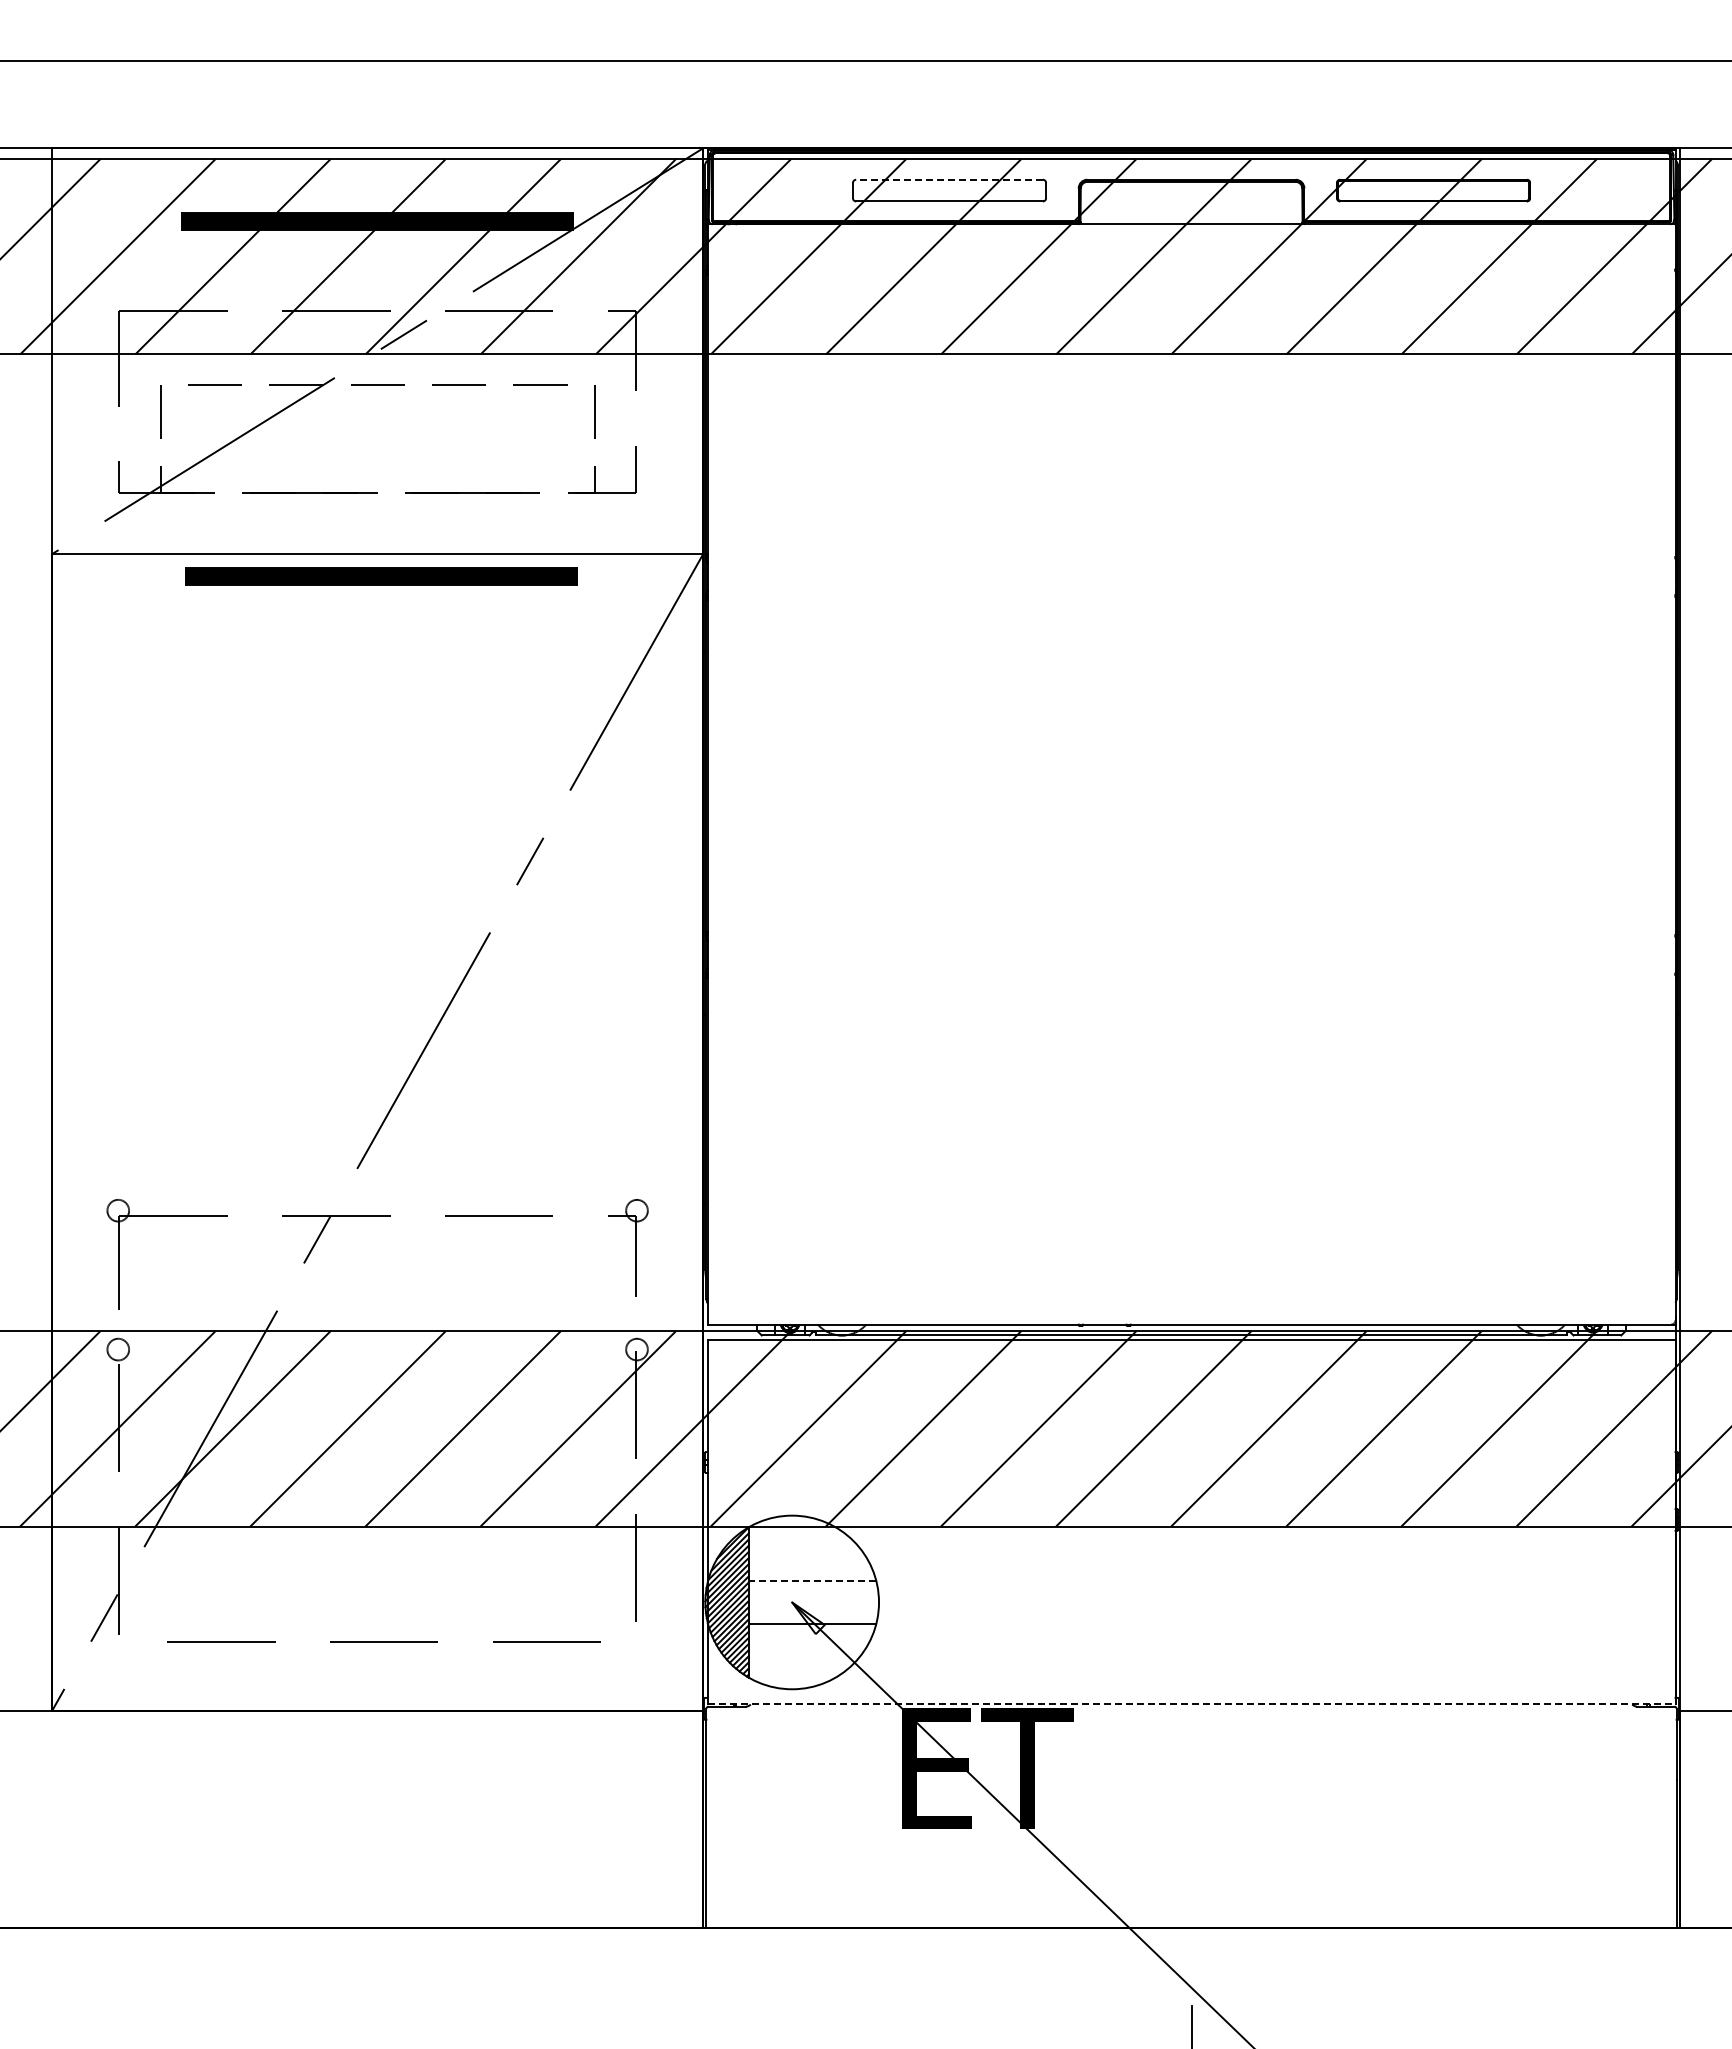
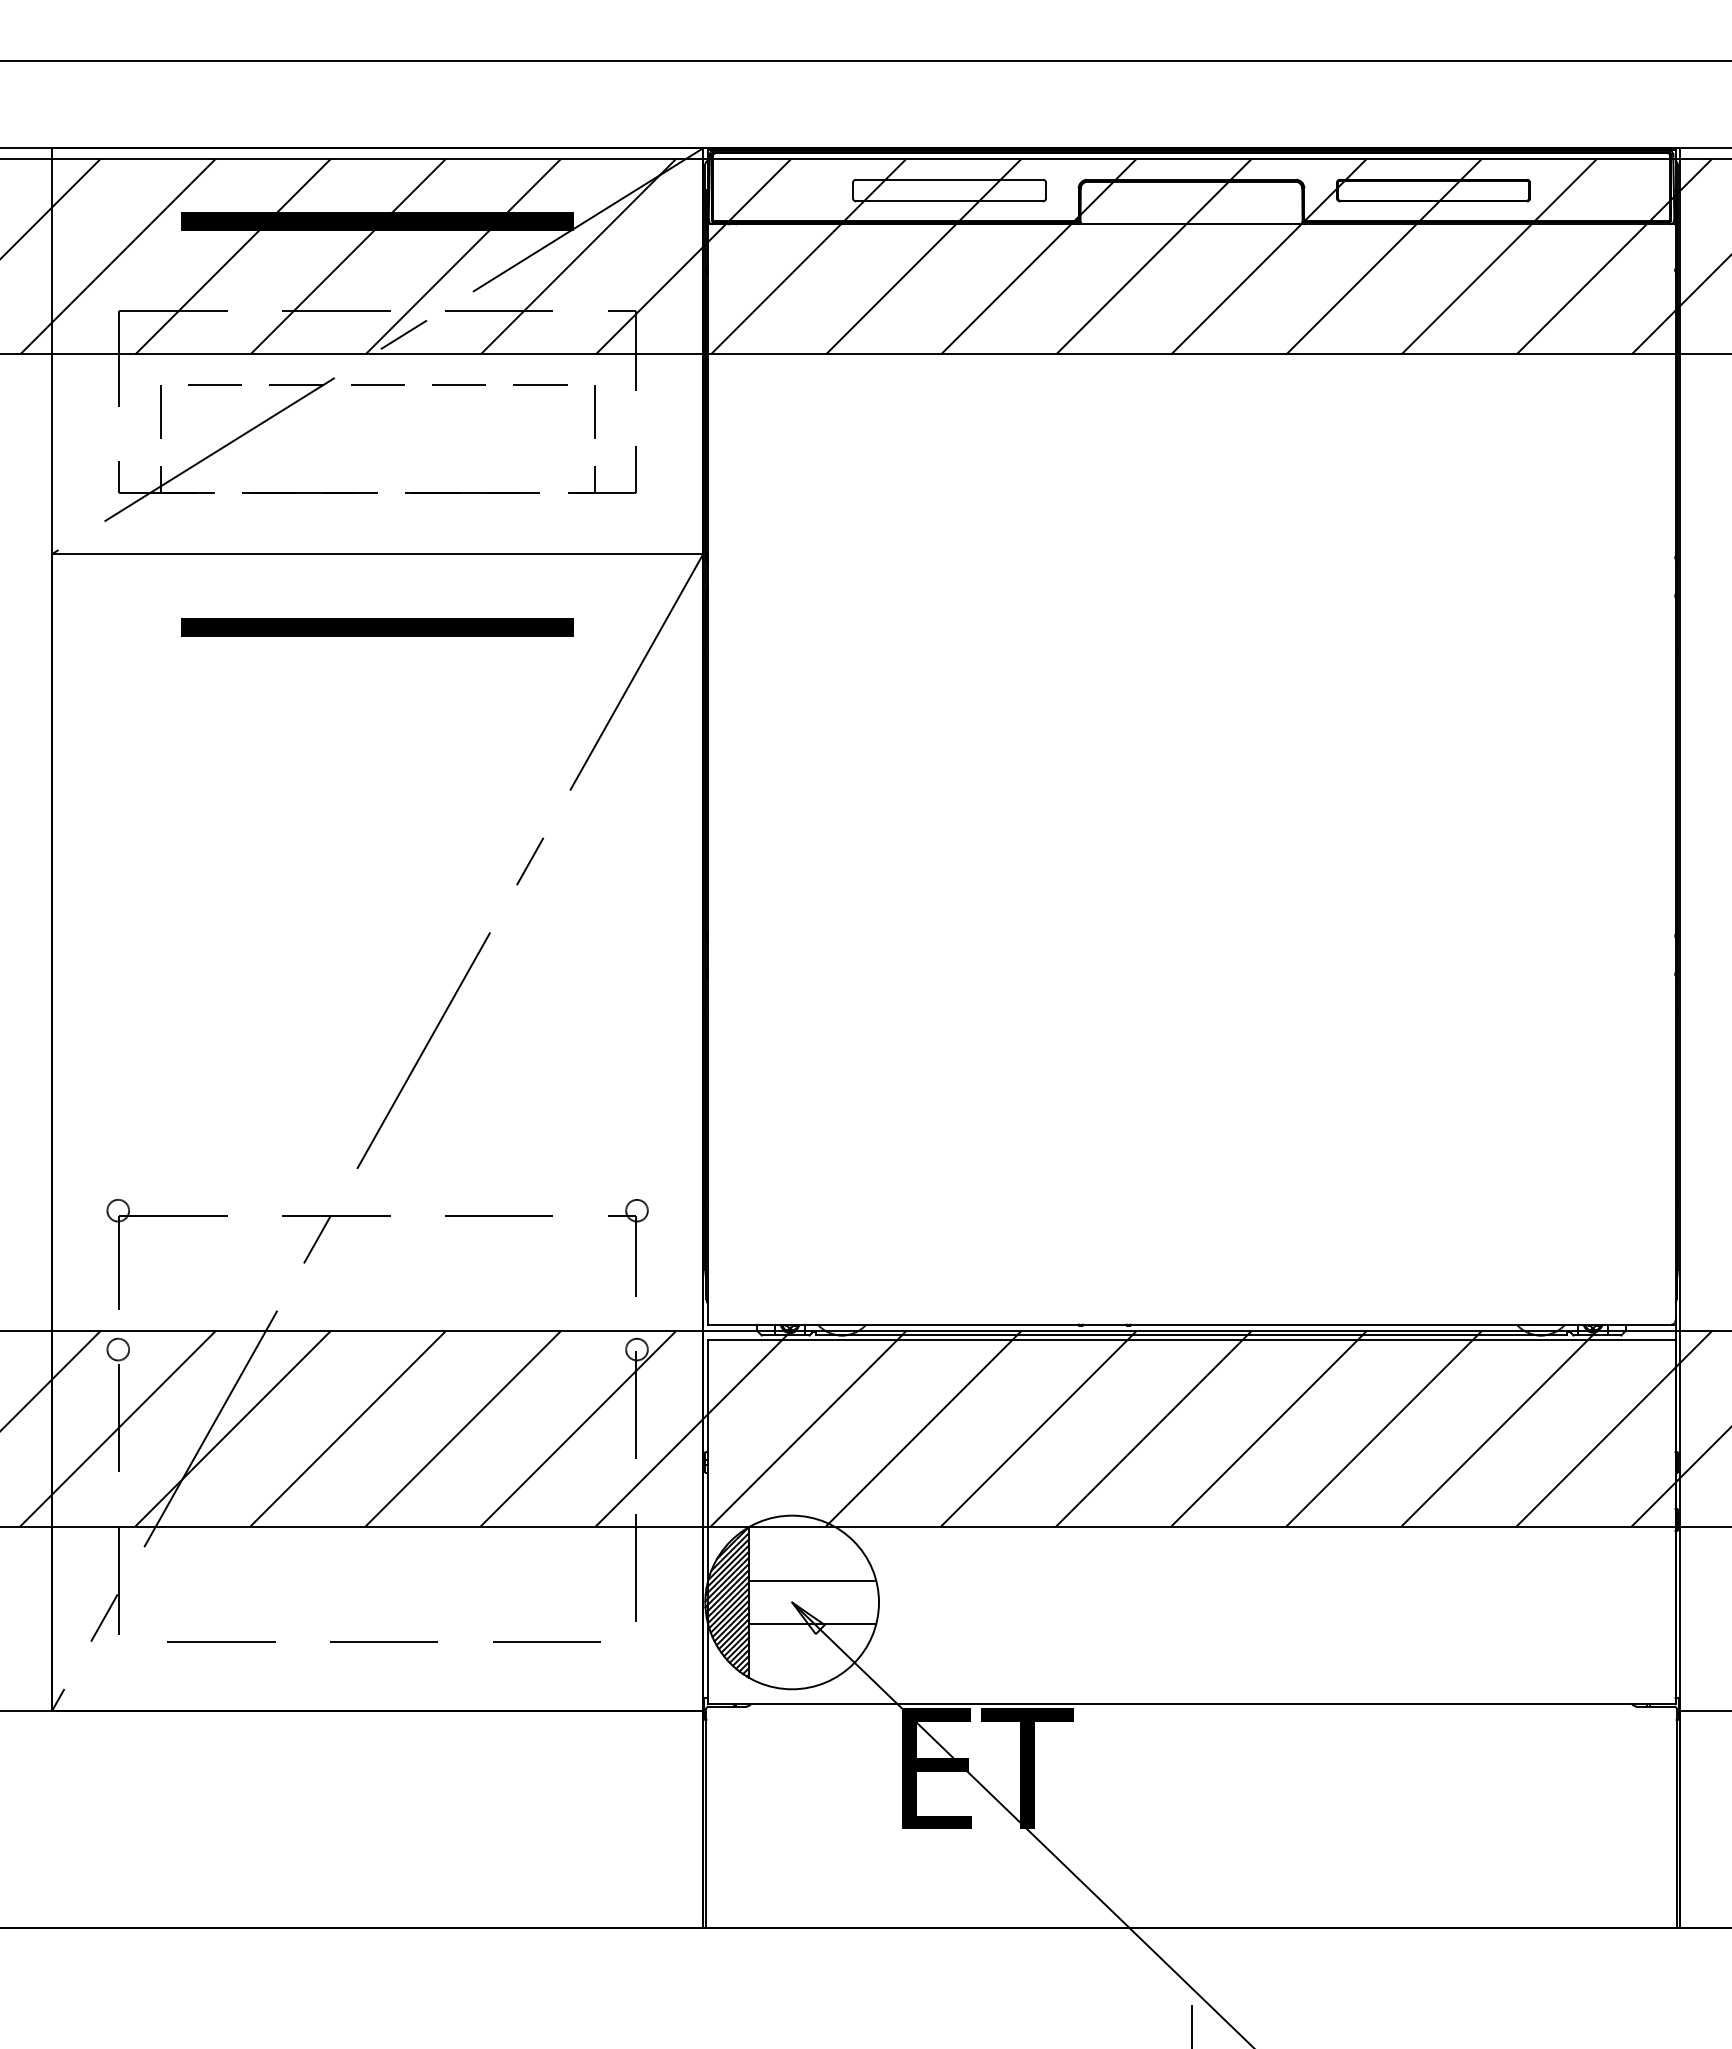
line at (949, 179): dashed -> solid
part at (381, 576) position: (381, 576) -> (377, 627)
line at (812, 1580): dashed -> solid
line at (1192, 1704): dashed -> solid
